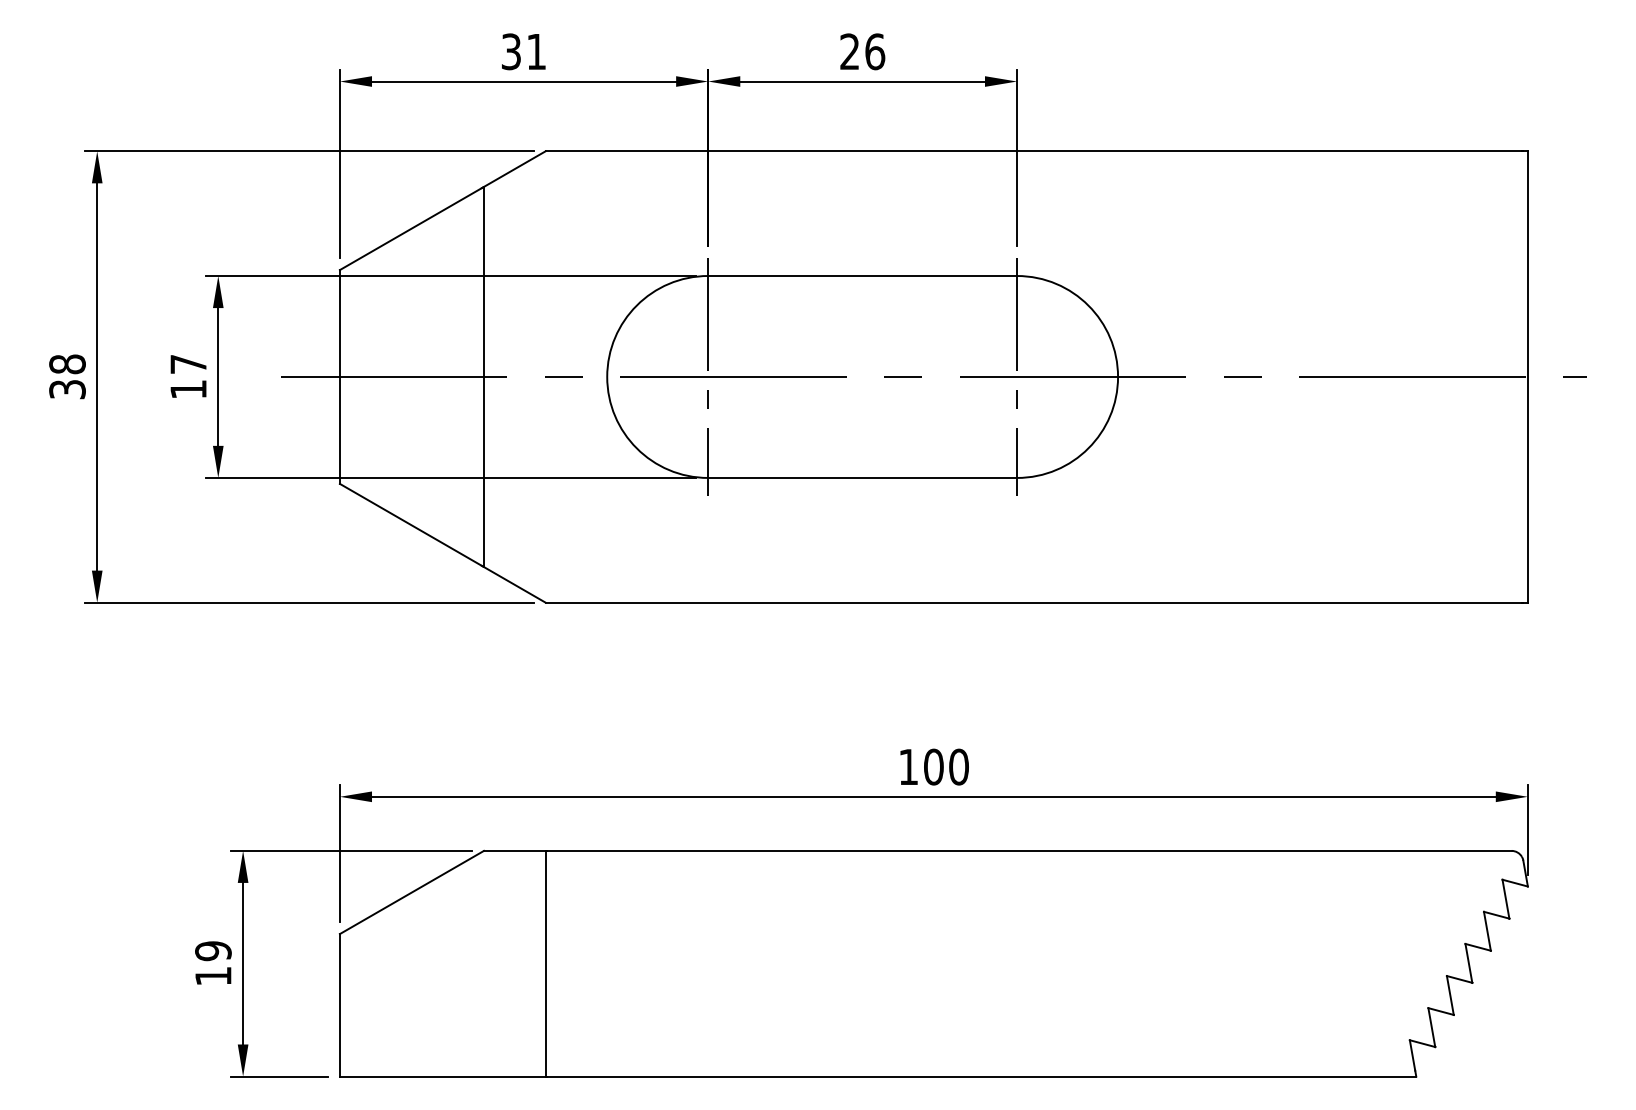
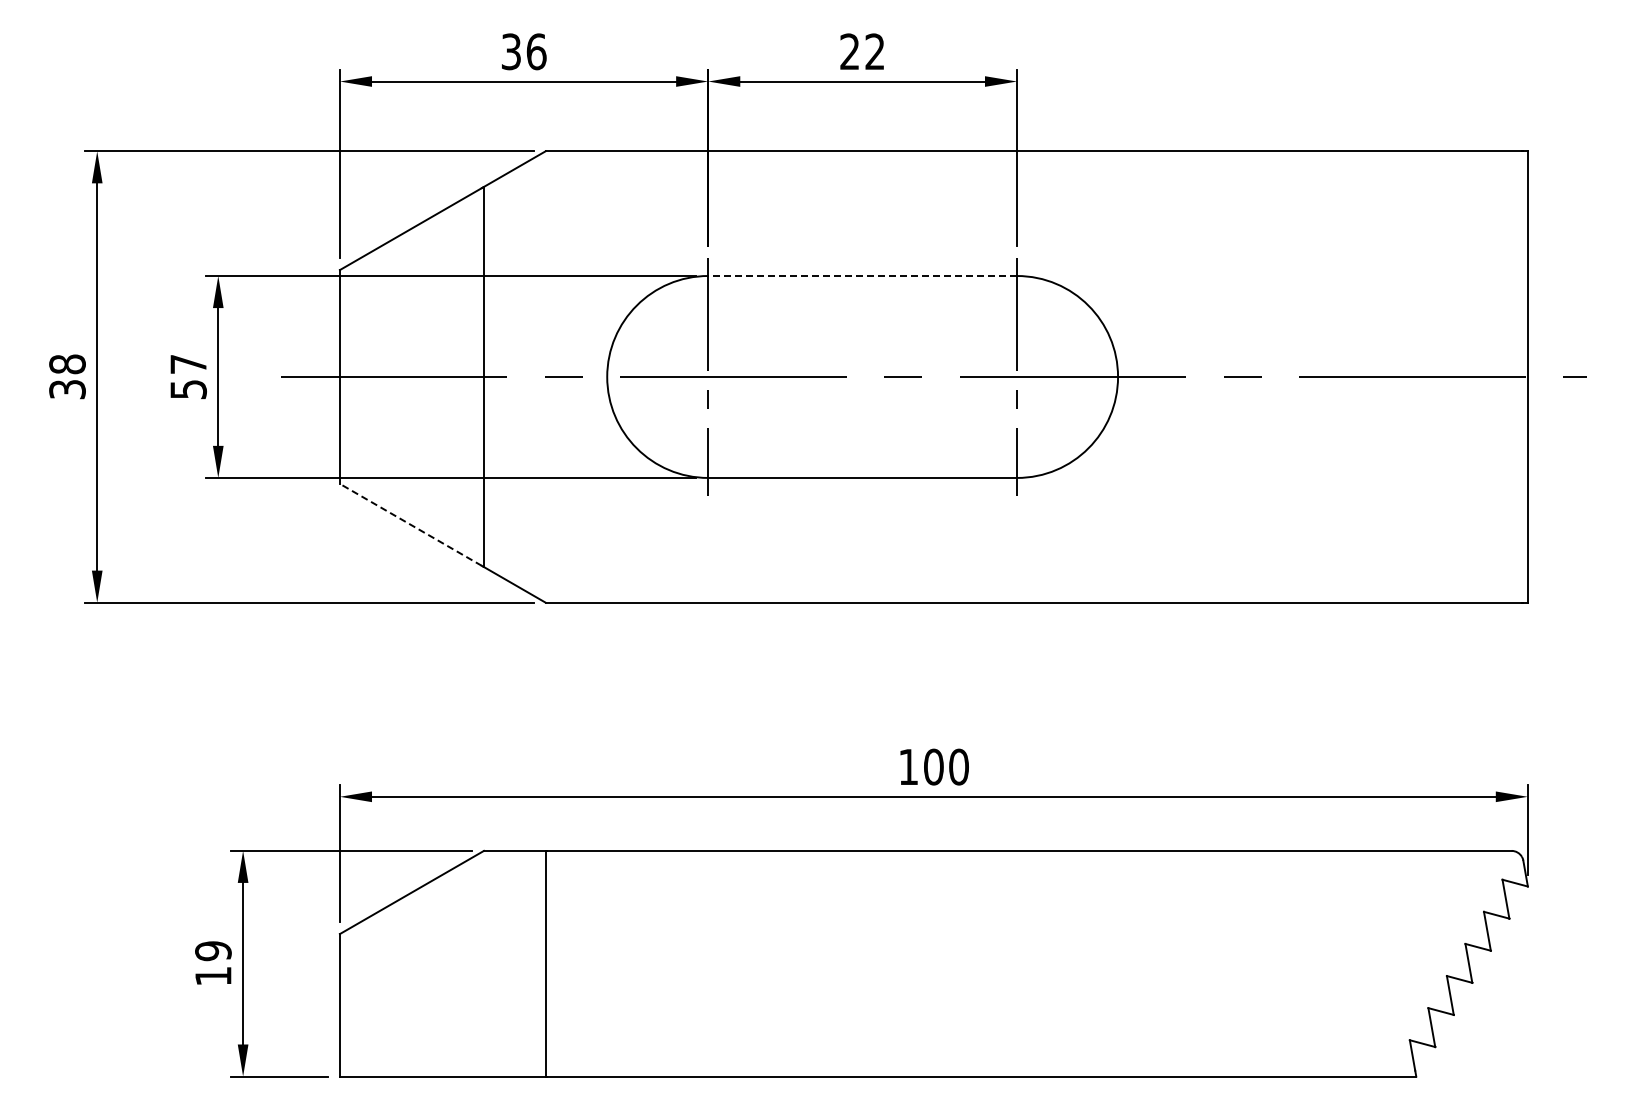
text at (536, 51): 31 -> 36
text at (875, 51): 26 -> 22
line at (862, 276): solid -> dashed
text at (188, 389): 17 -> 57
line at (410, 524): solid -> dashed
